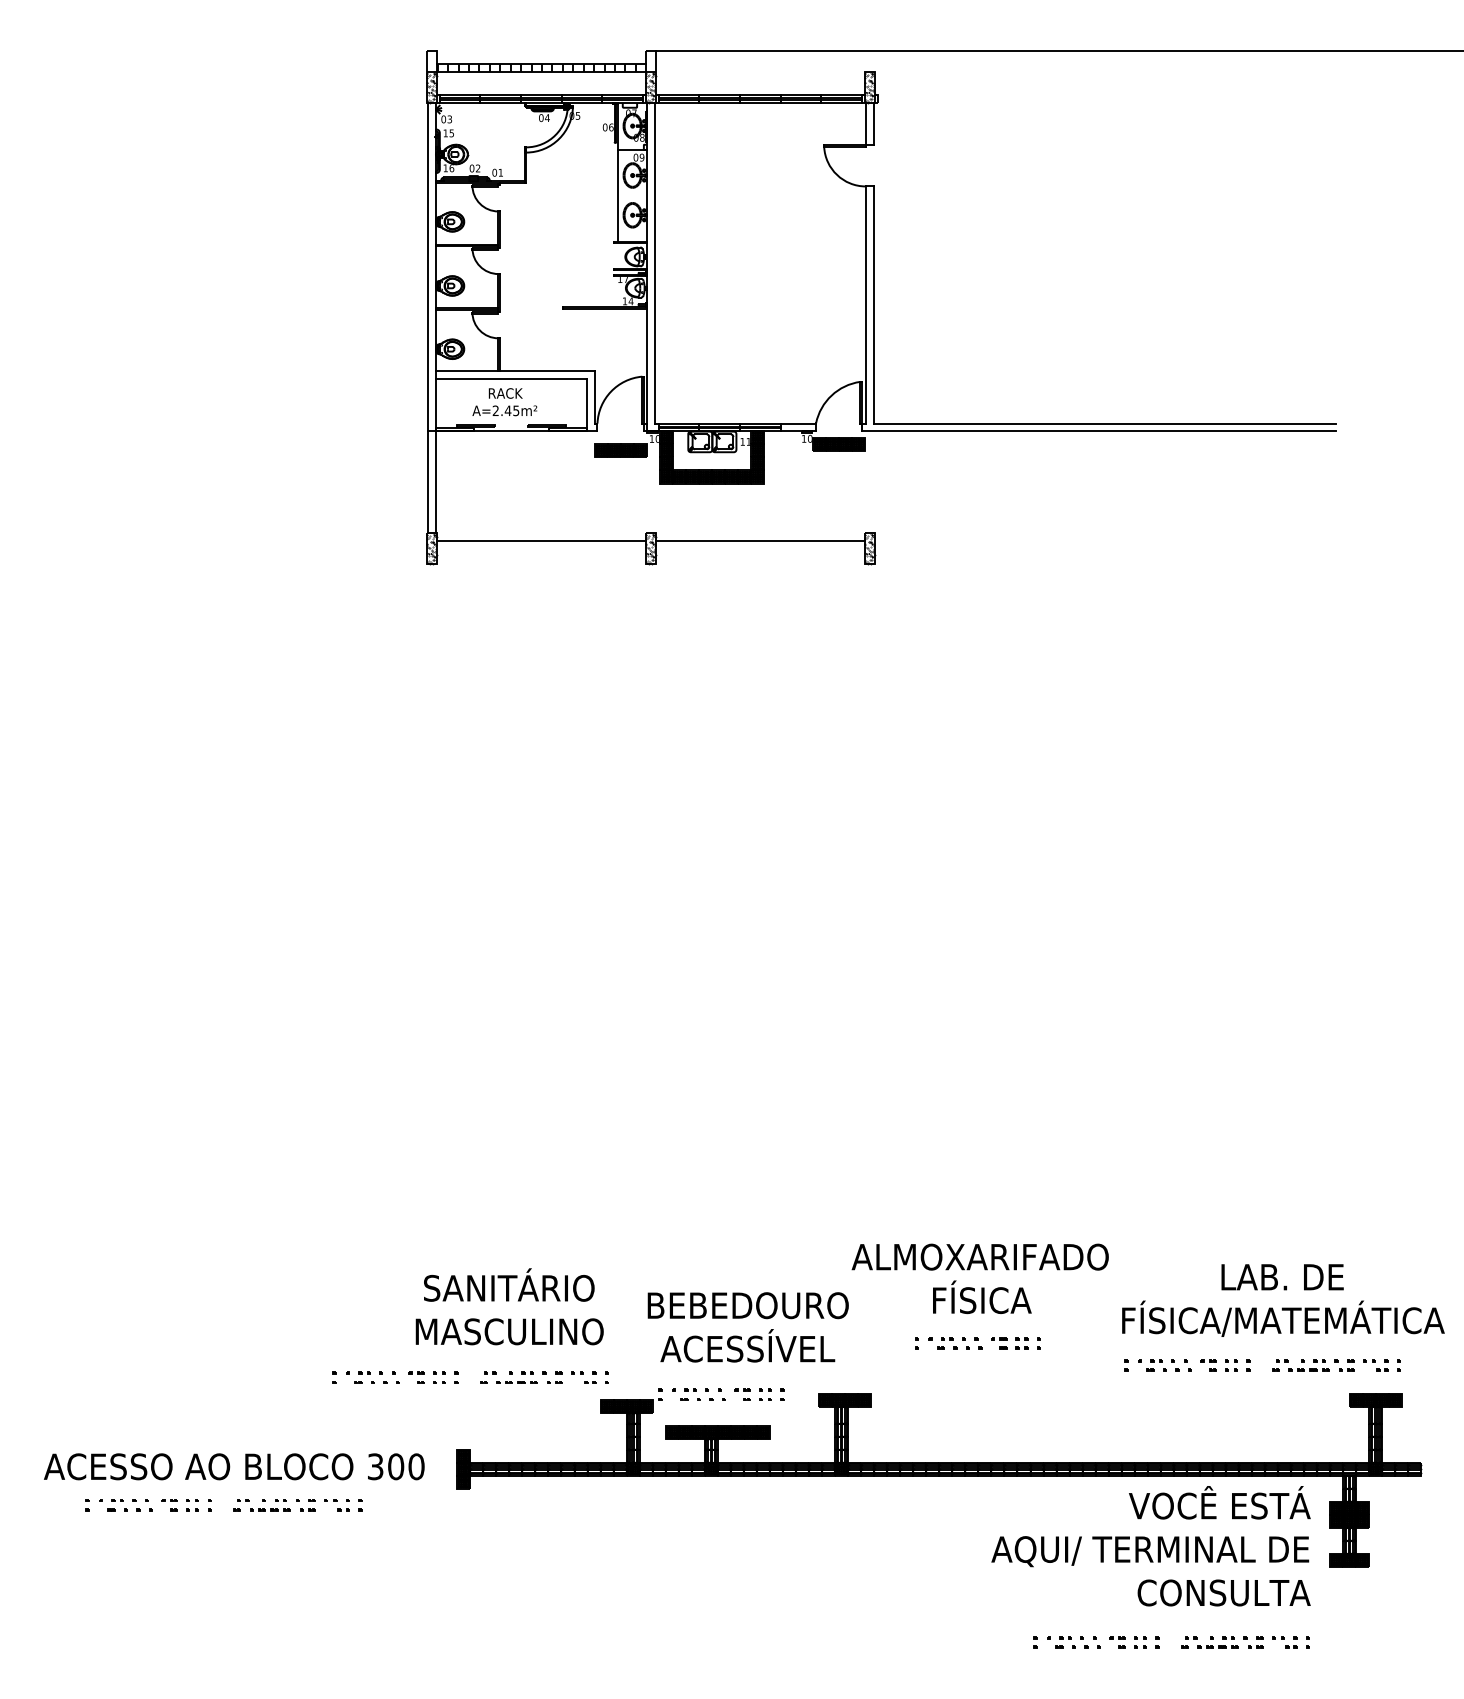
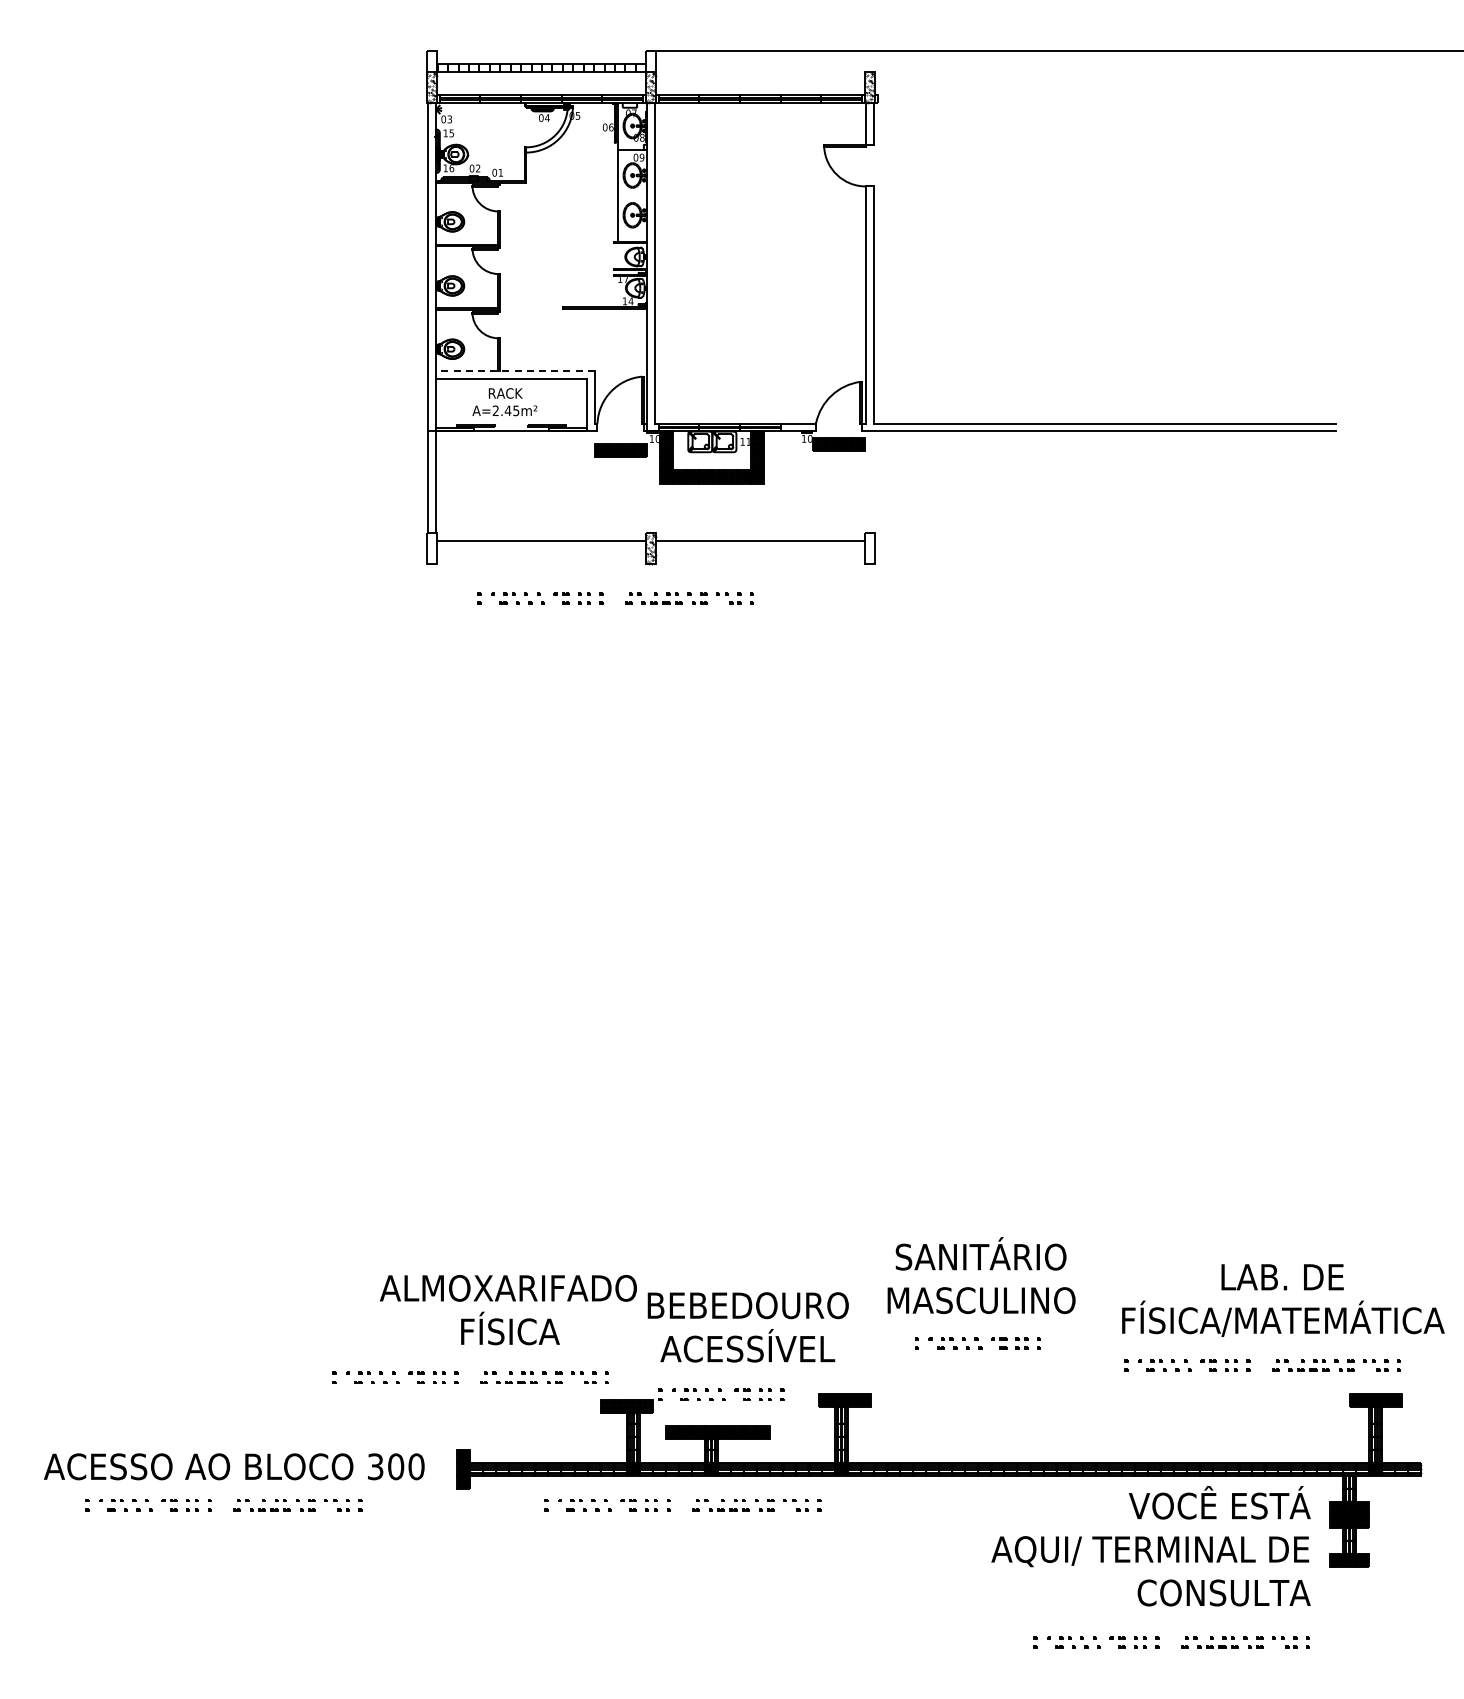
line at (514, 371): solid -> dashed
hatch at (431, 549): present -> none
hatch at (869, 549): present -> none
part at (625, 601): none -> present
text at (979, 1275): ALMOXARIFADO FÍSICA -> SANITÁRIO MASCULINO
text at (507, 1306): SANITÁRIO MASCULINO -> ALMOXARIFADO FÍSICA
part at (692, 1508): none -> present
